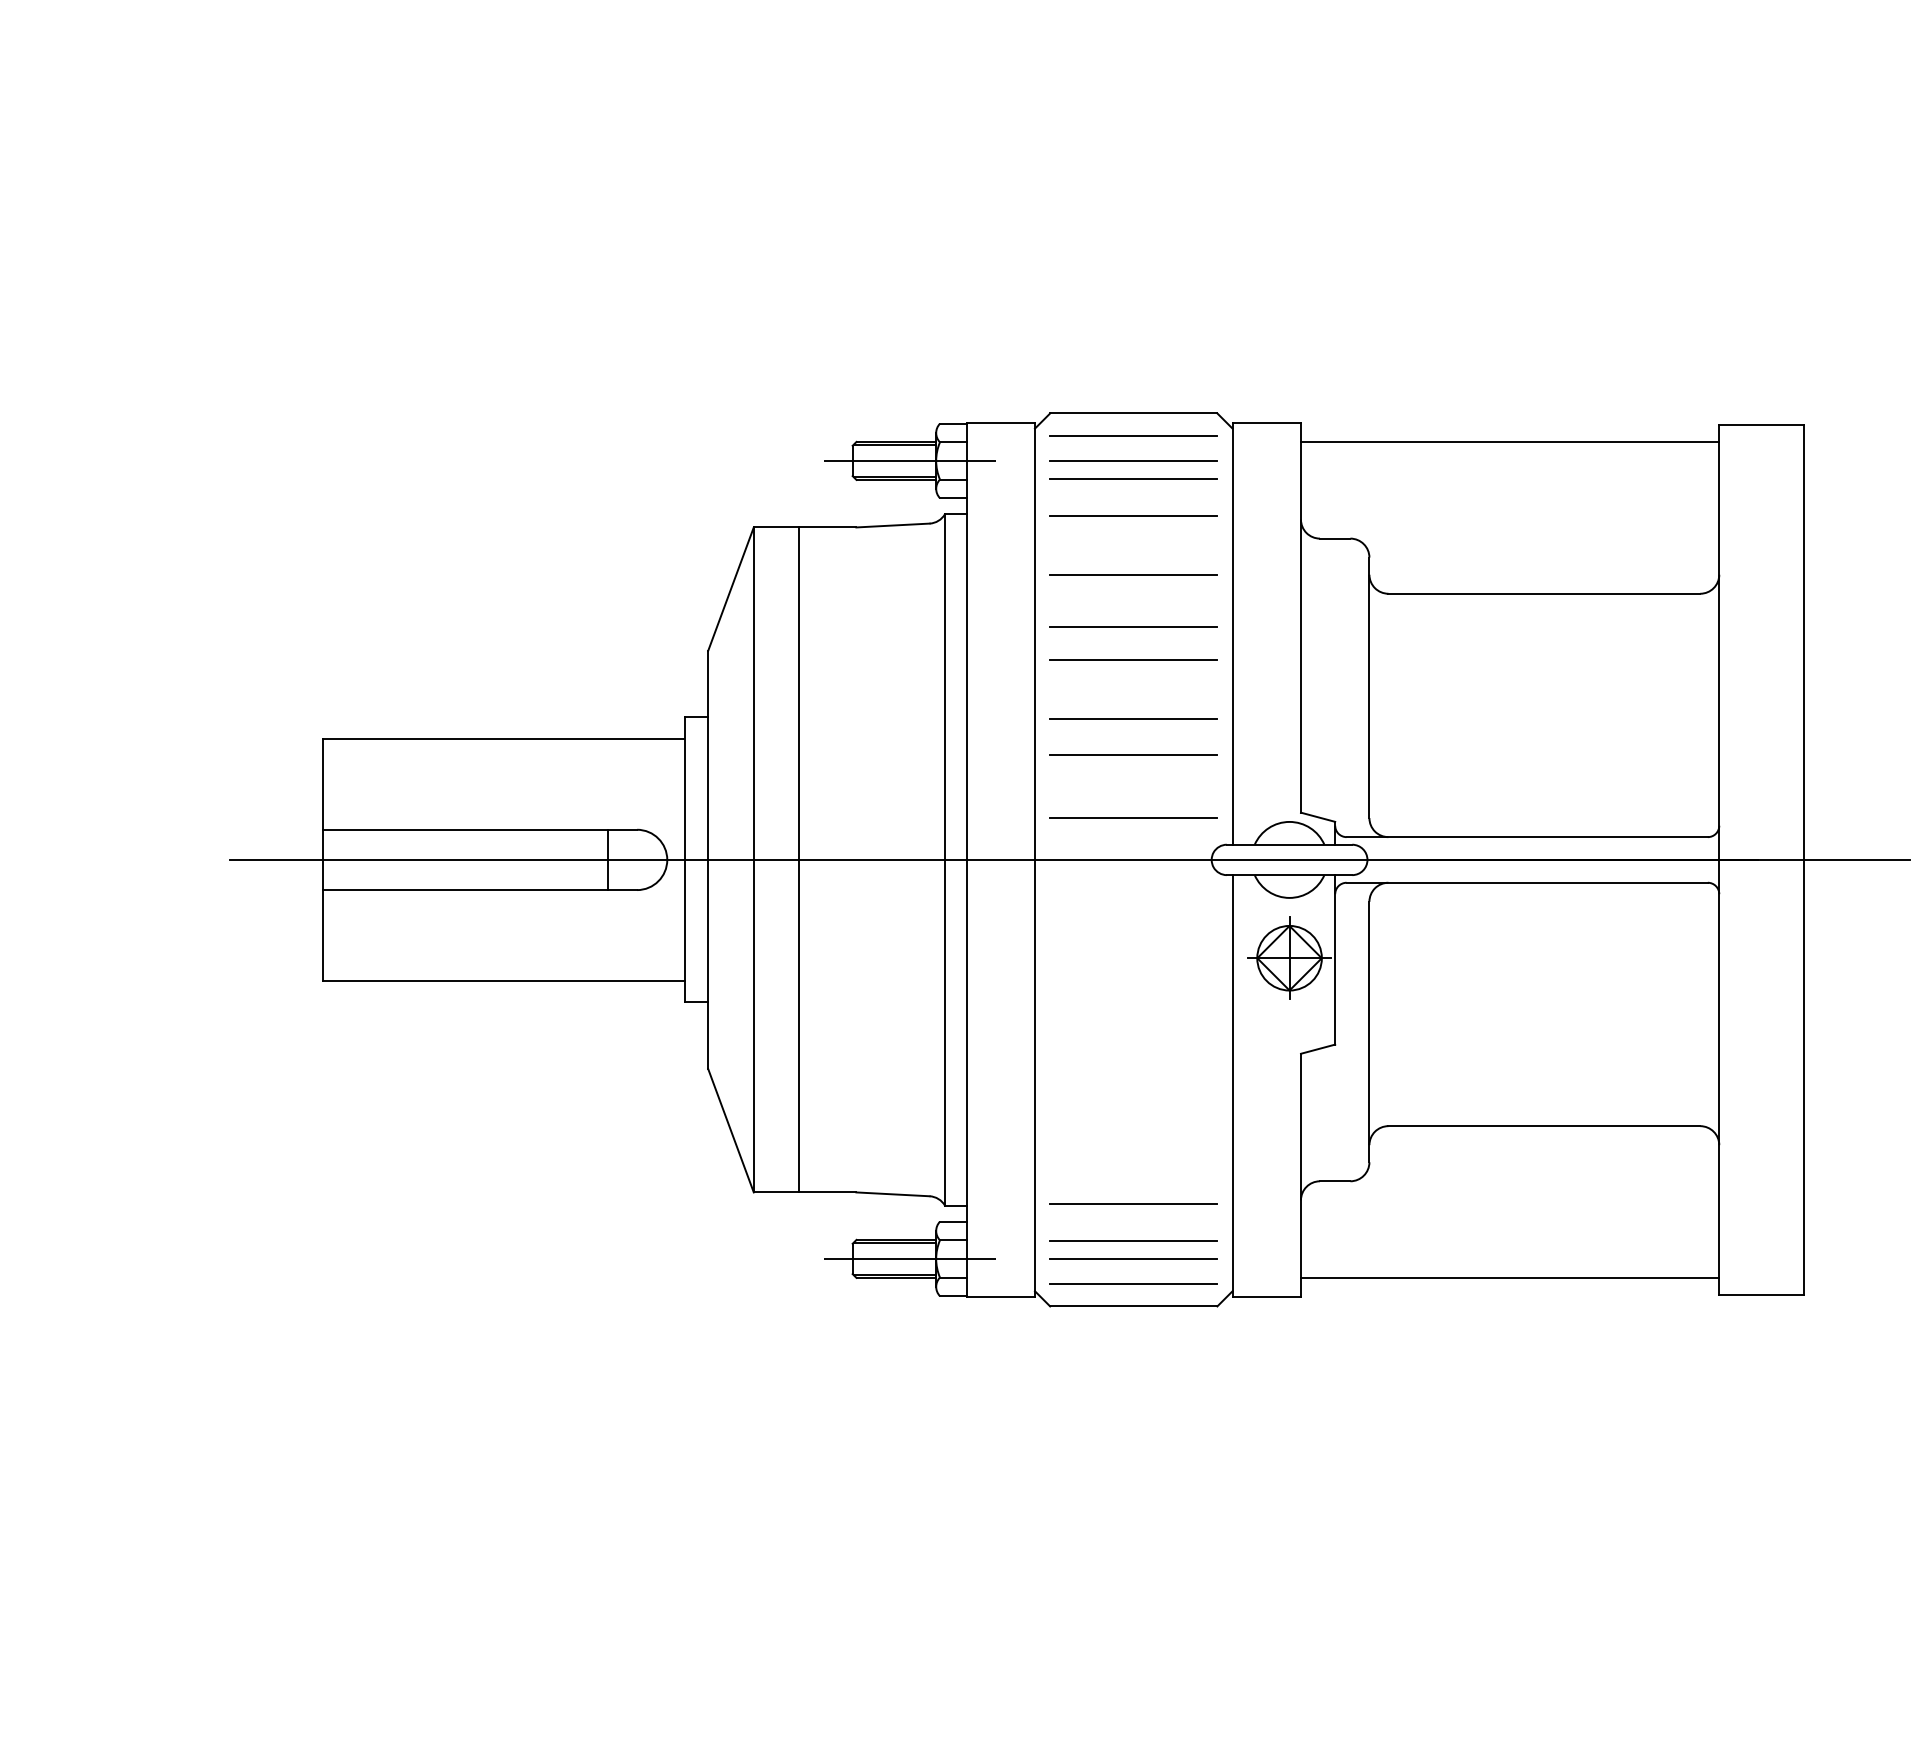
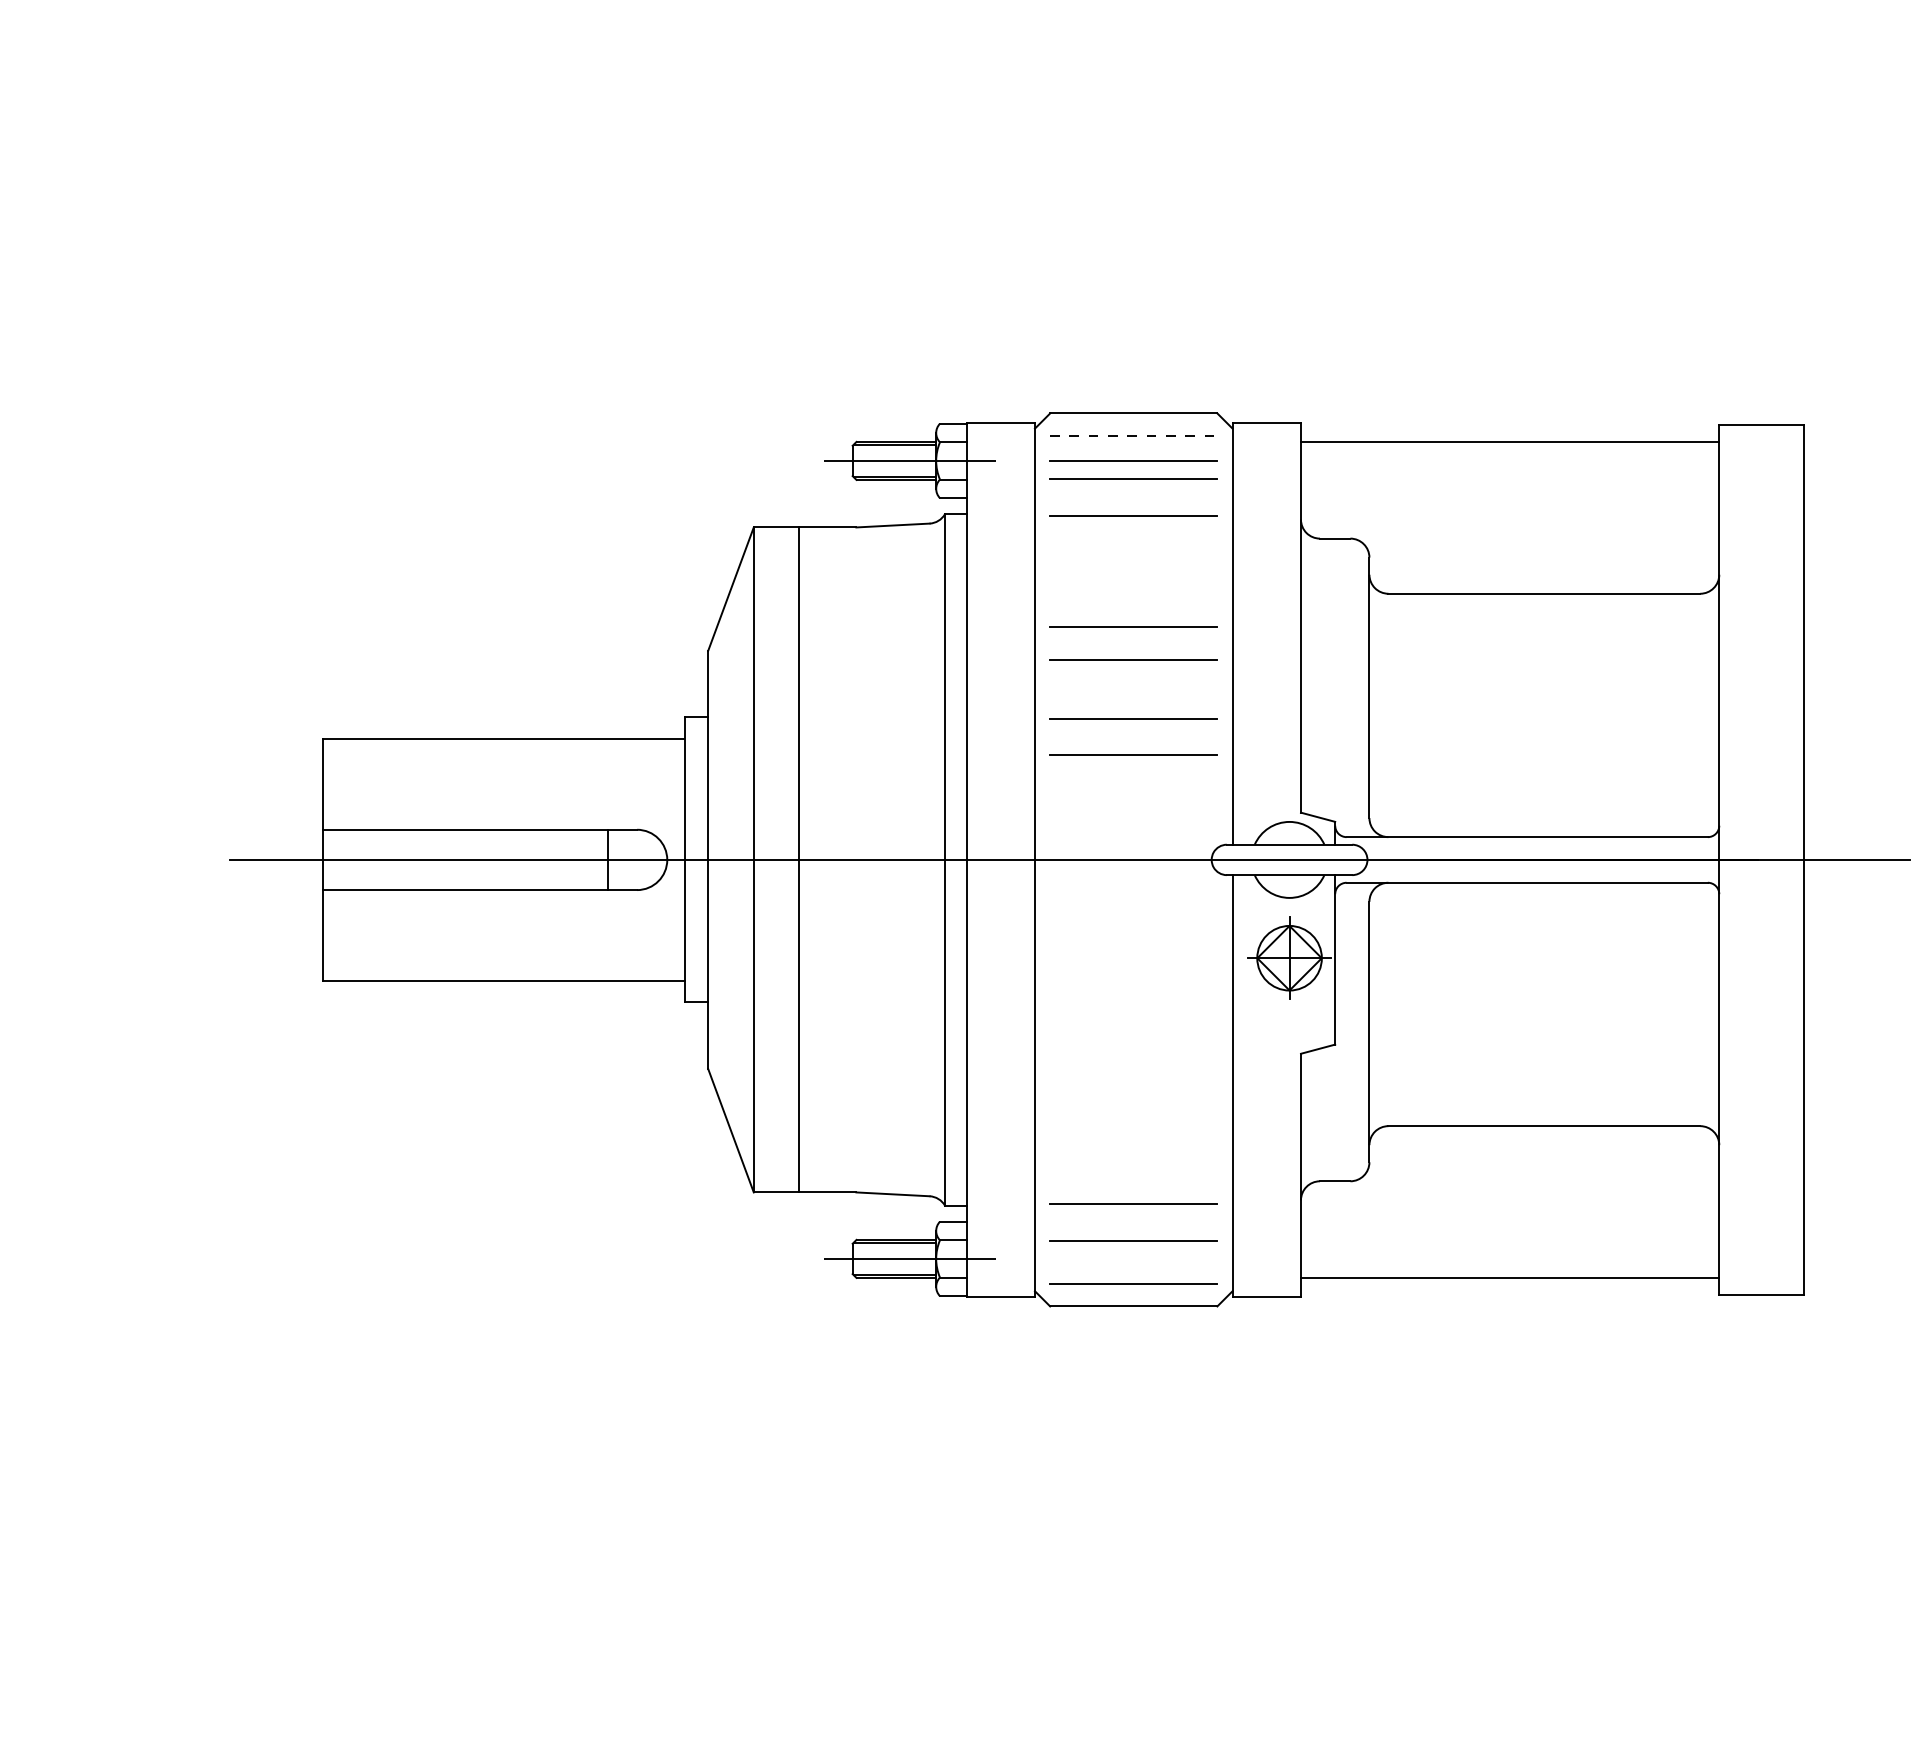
line at (1133, 436): solid -> dashed
line at (1133, 575): present -> none
line at (1133, 817): present -> none
line at (1133, 1259): present -> none
